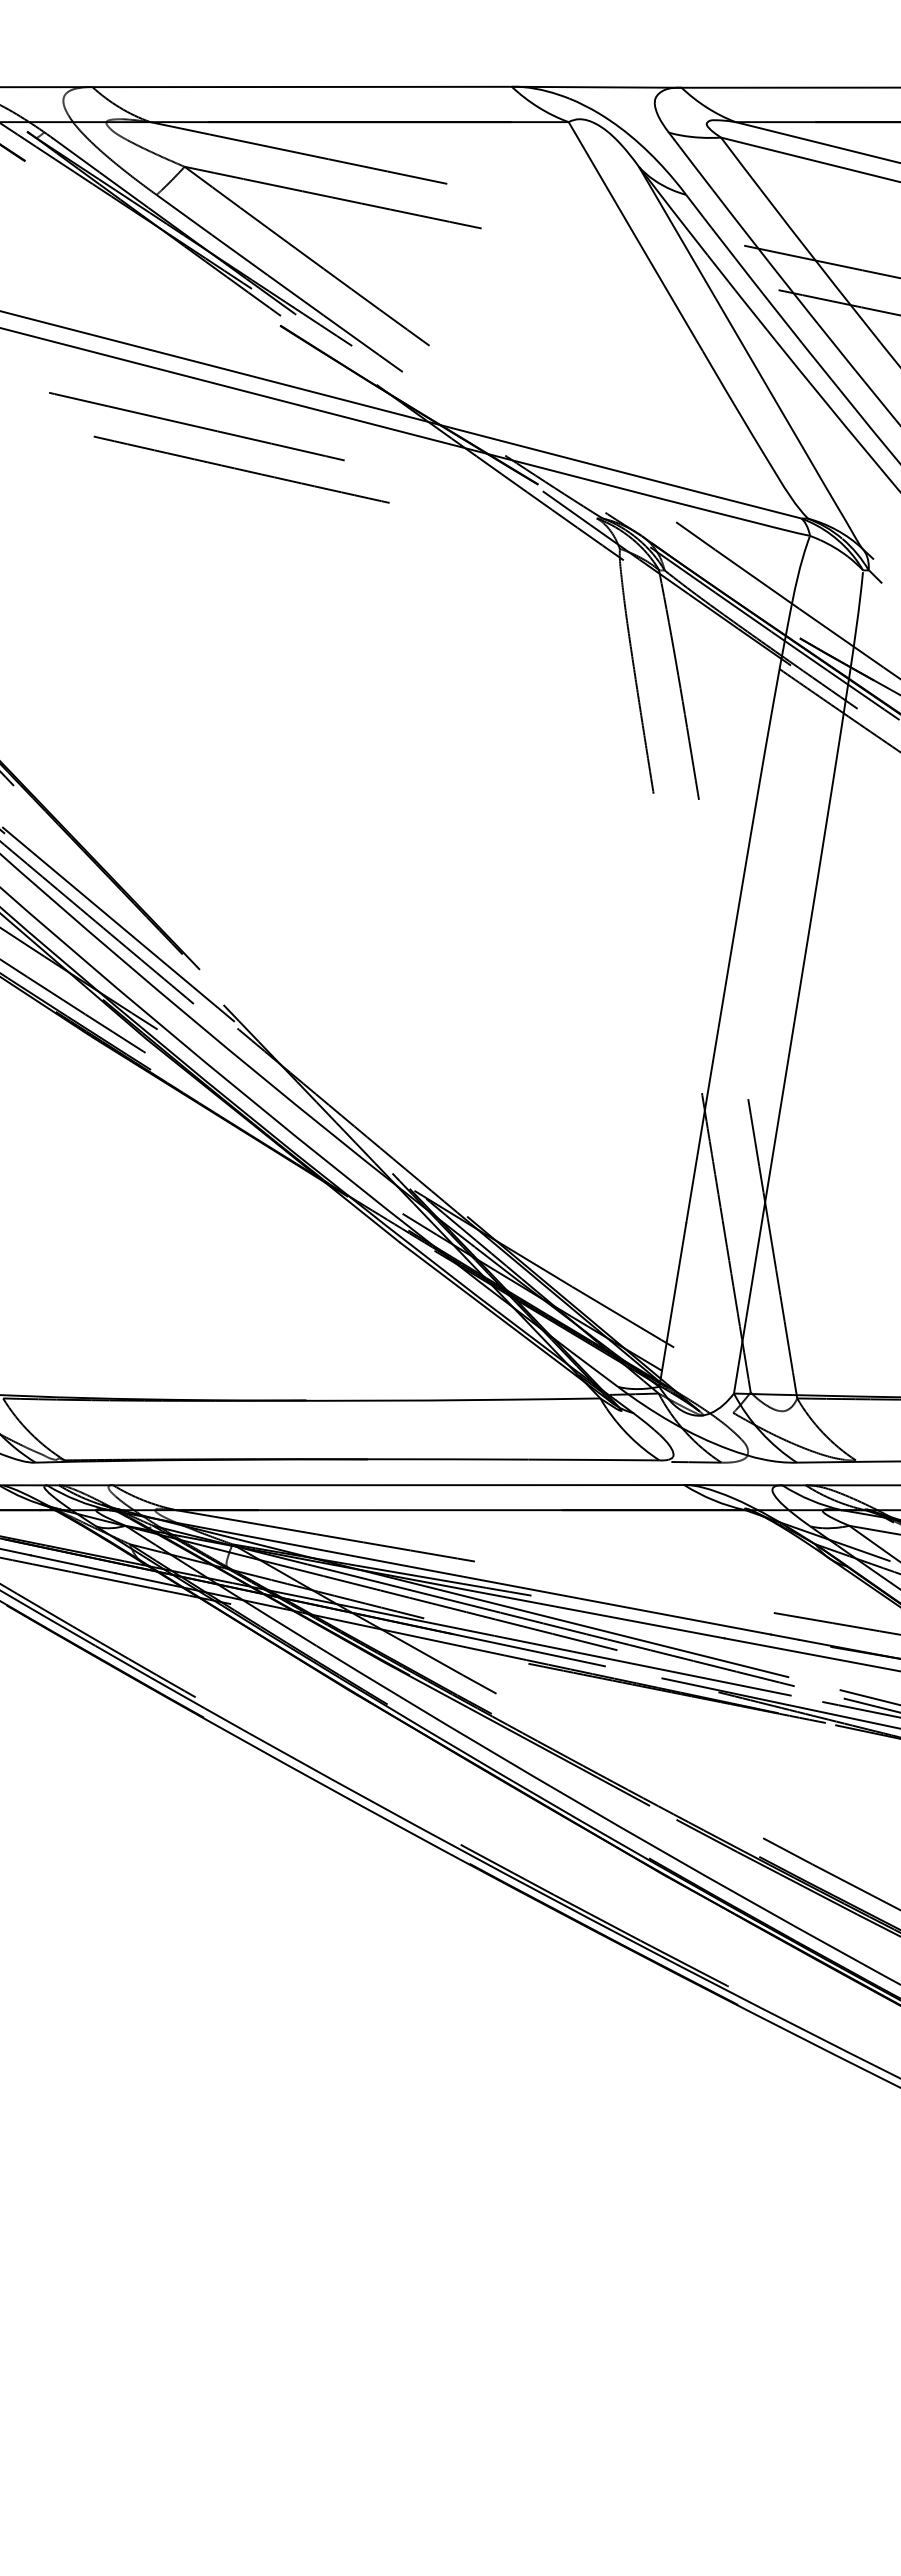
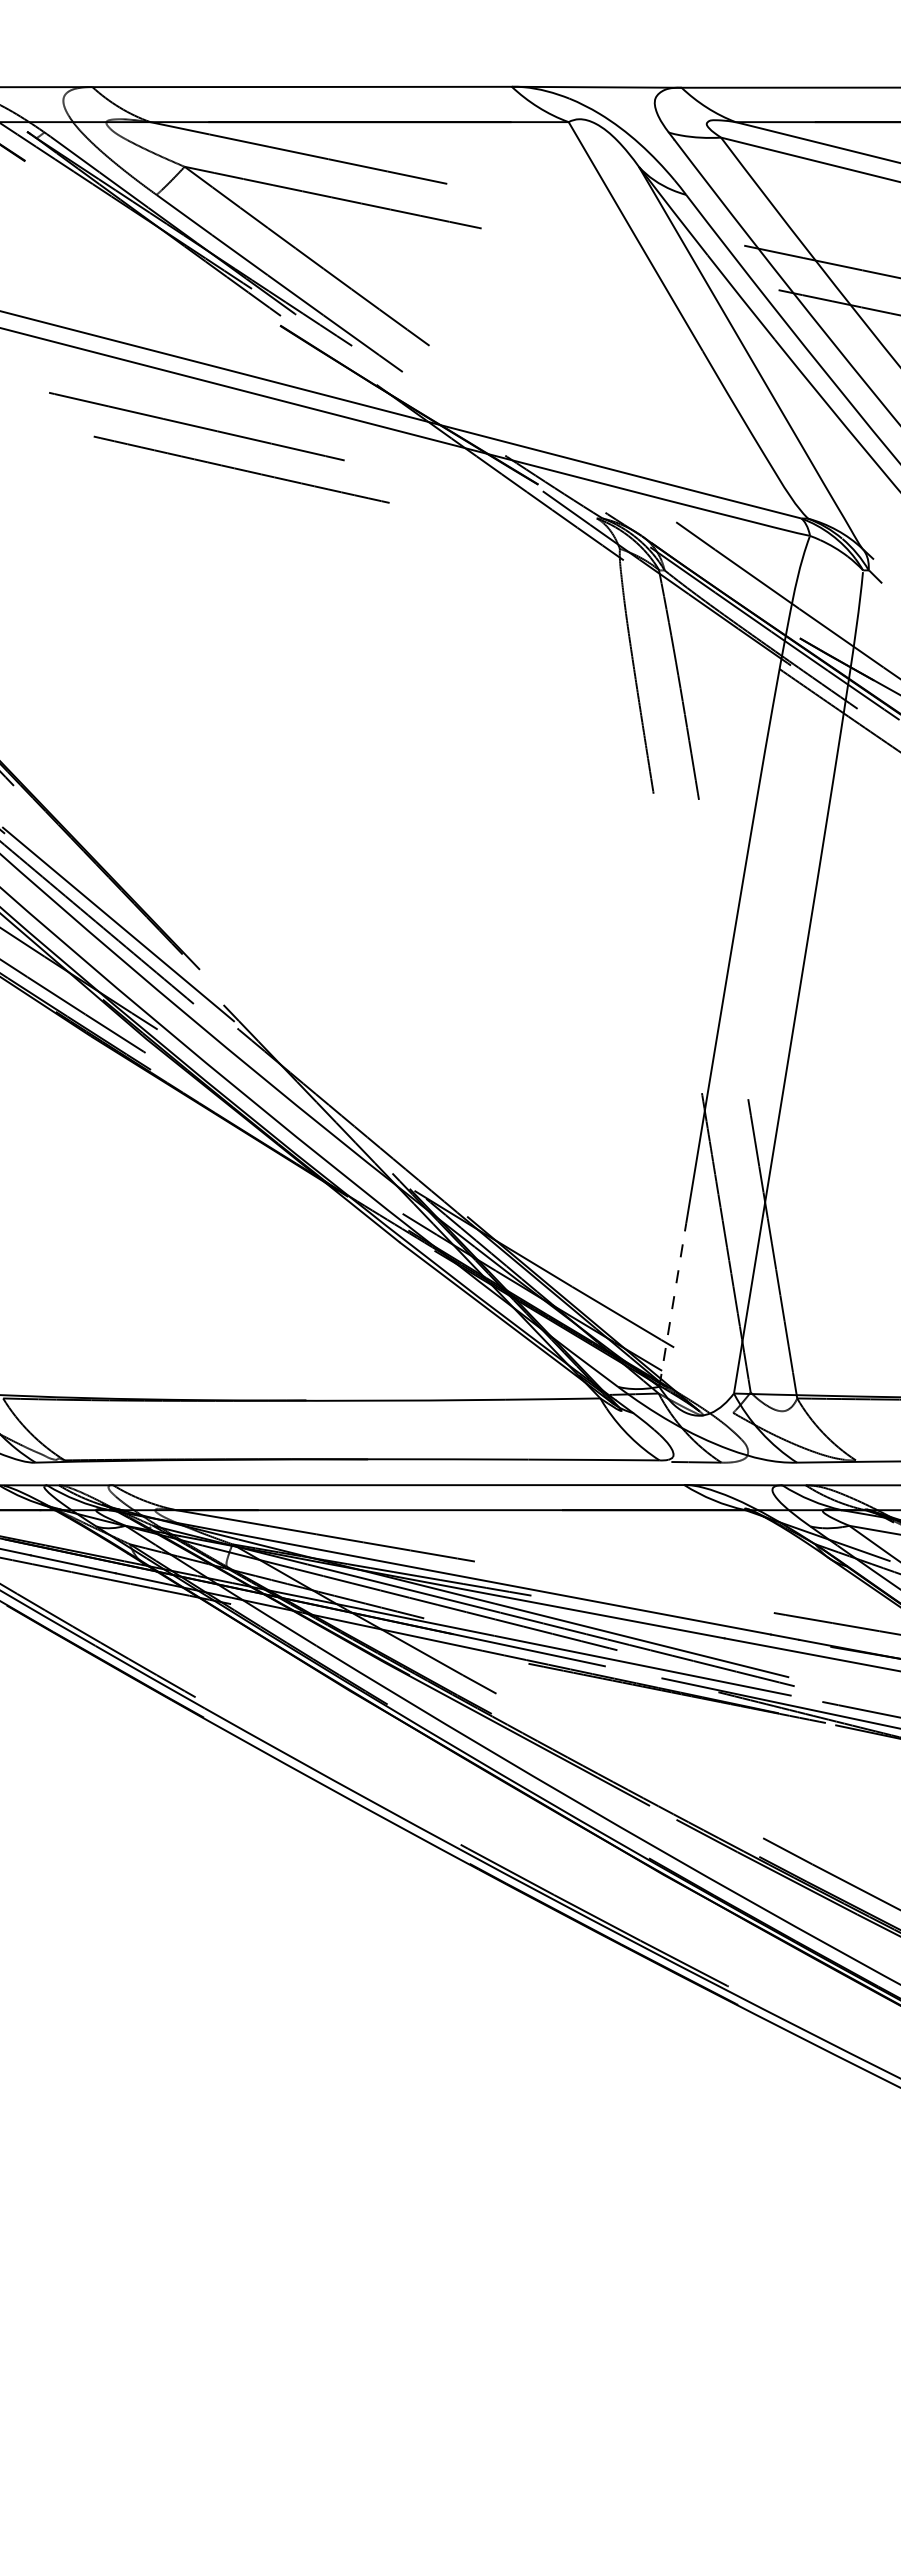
line at (672, 1305): solid -> dashed
line at (868, 1696): present -> none
line at (870, 1704): present -> none
